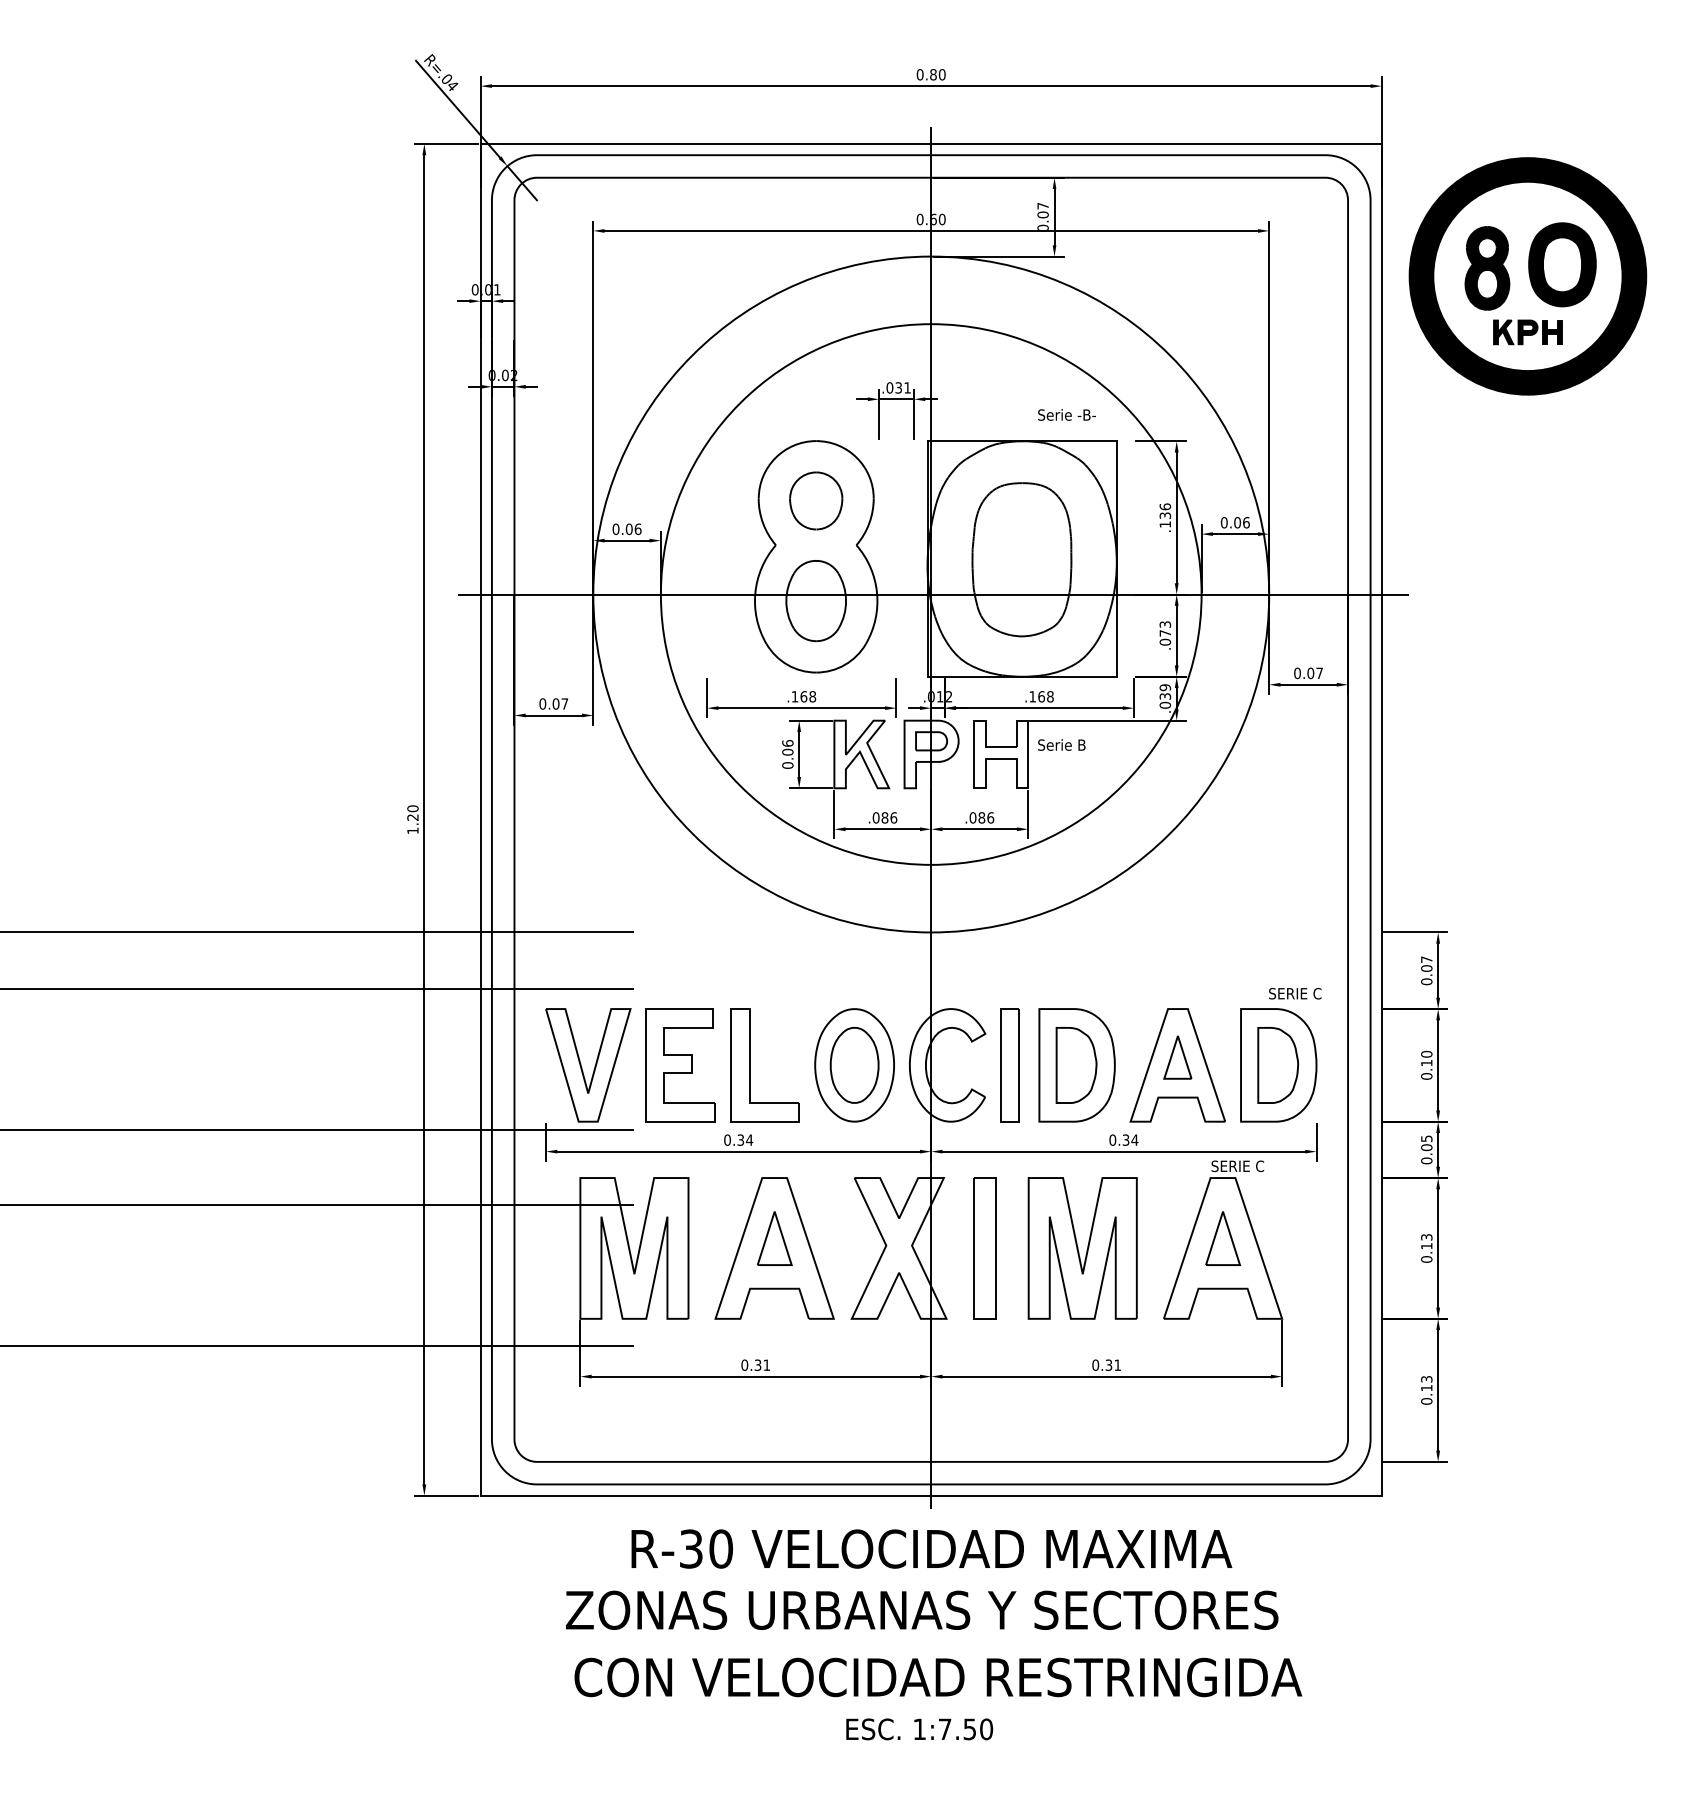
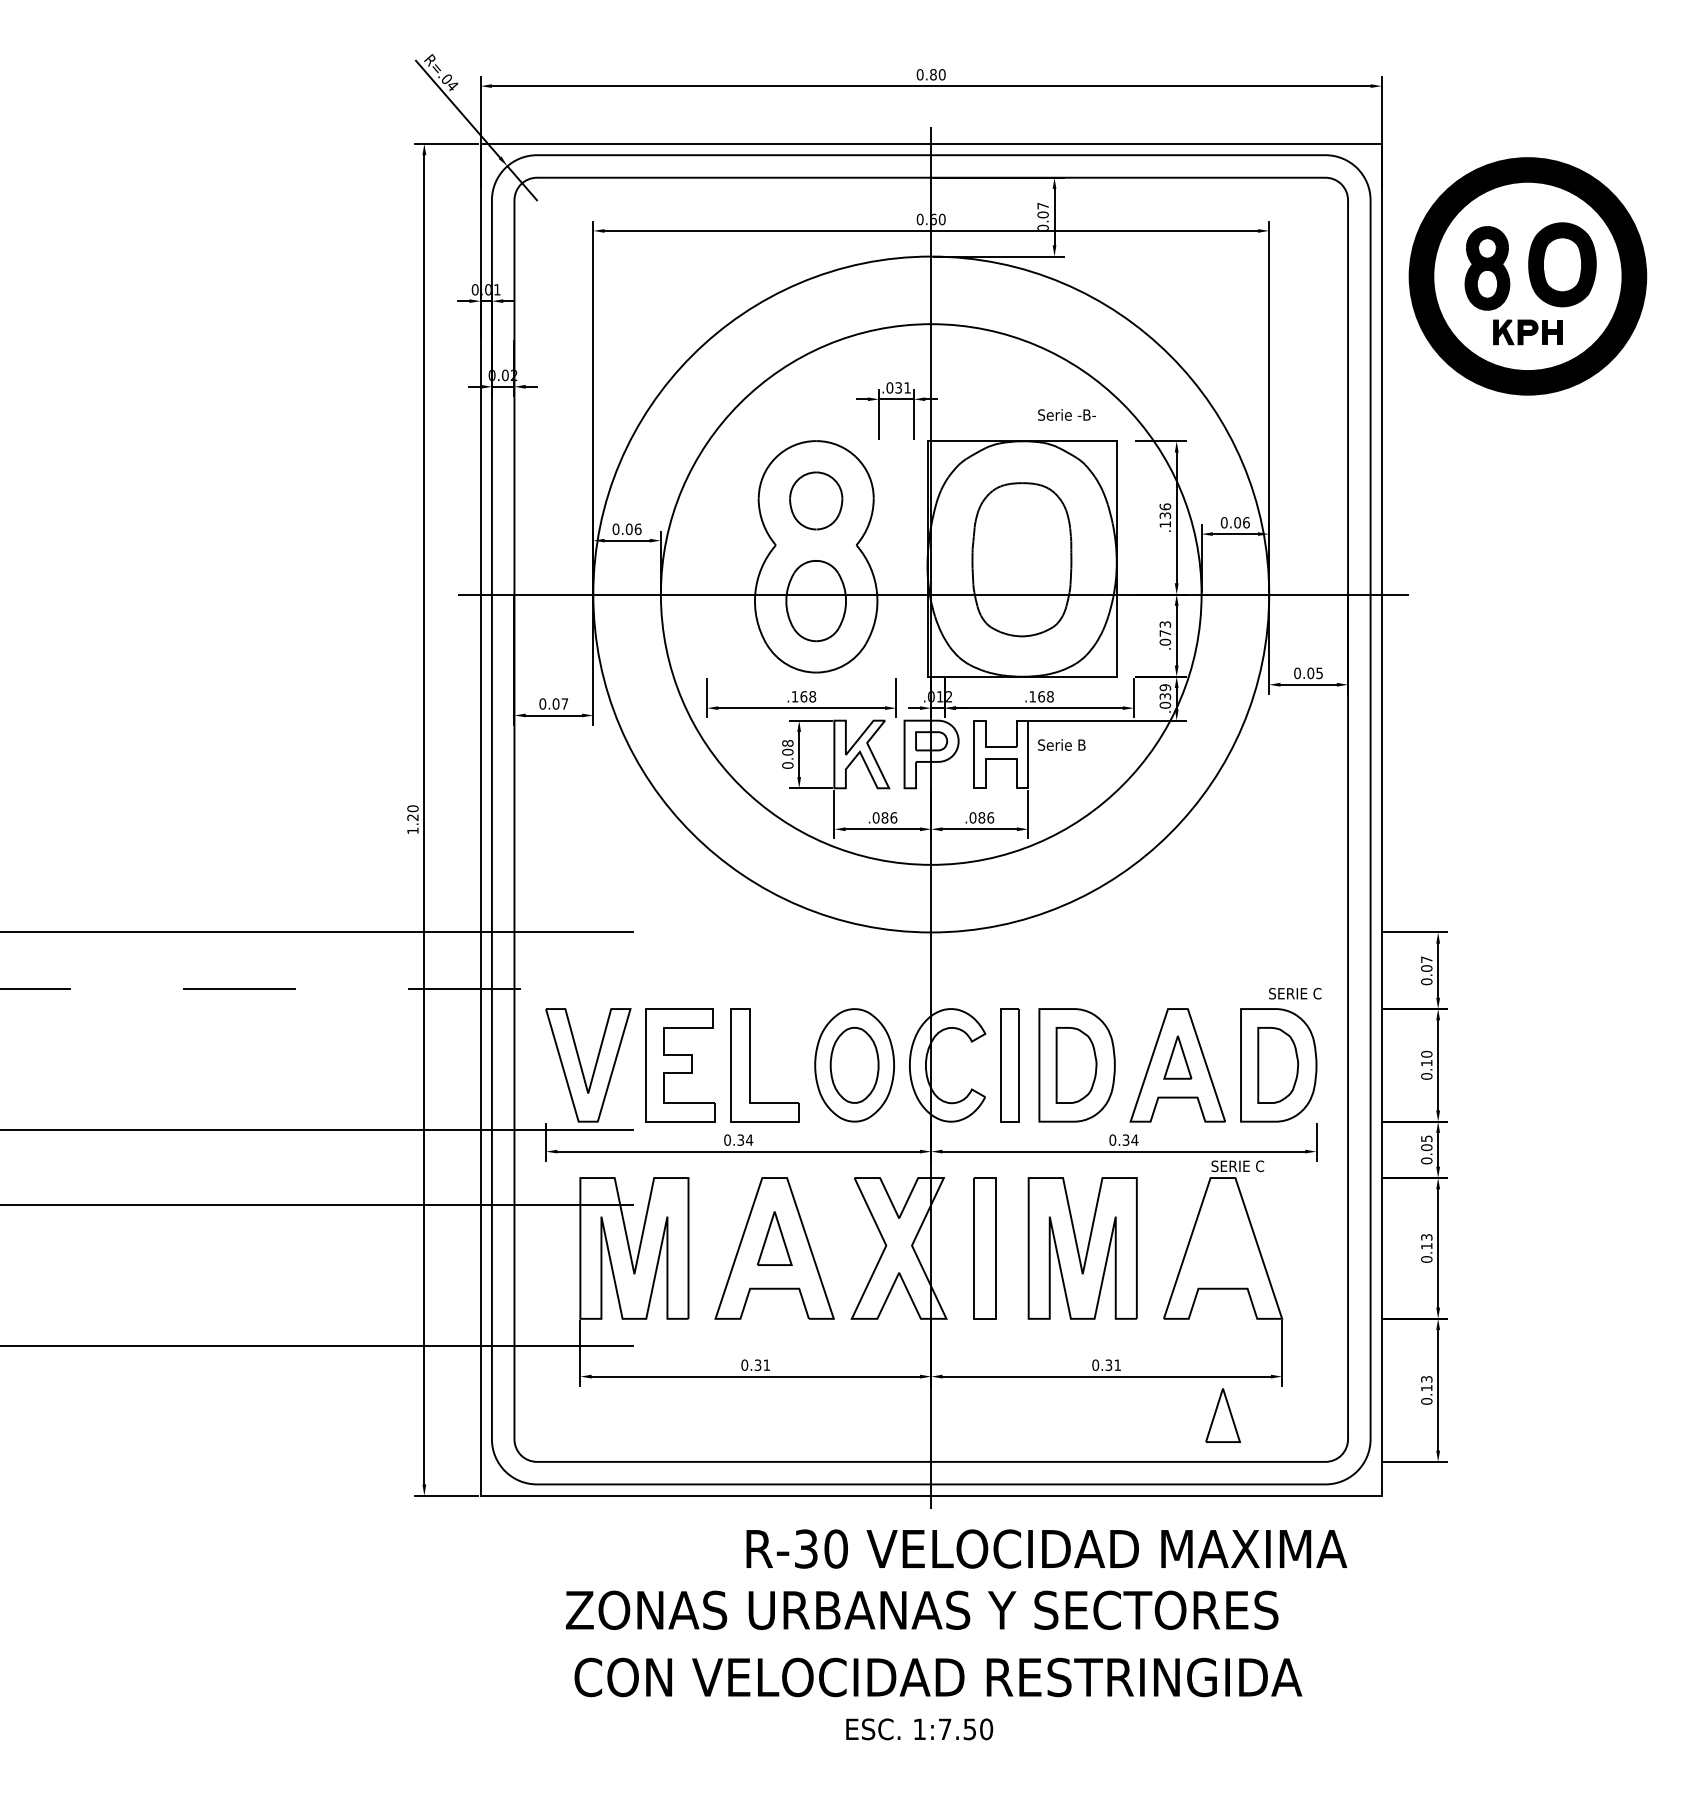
text at (1319, 673): 0.07 -> 0.05
text at (787, 743): 0.06 -> 0.08
line at (317, 988): solid -> dashed
part at (1223, 1238) position: (1223, 1238) -> (1223, 1415)
text at (931, 1548) position: (931, 1548) -> (1046, 1548)
